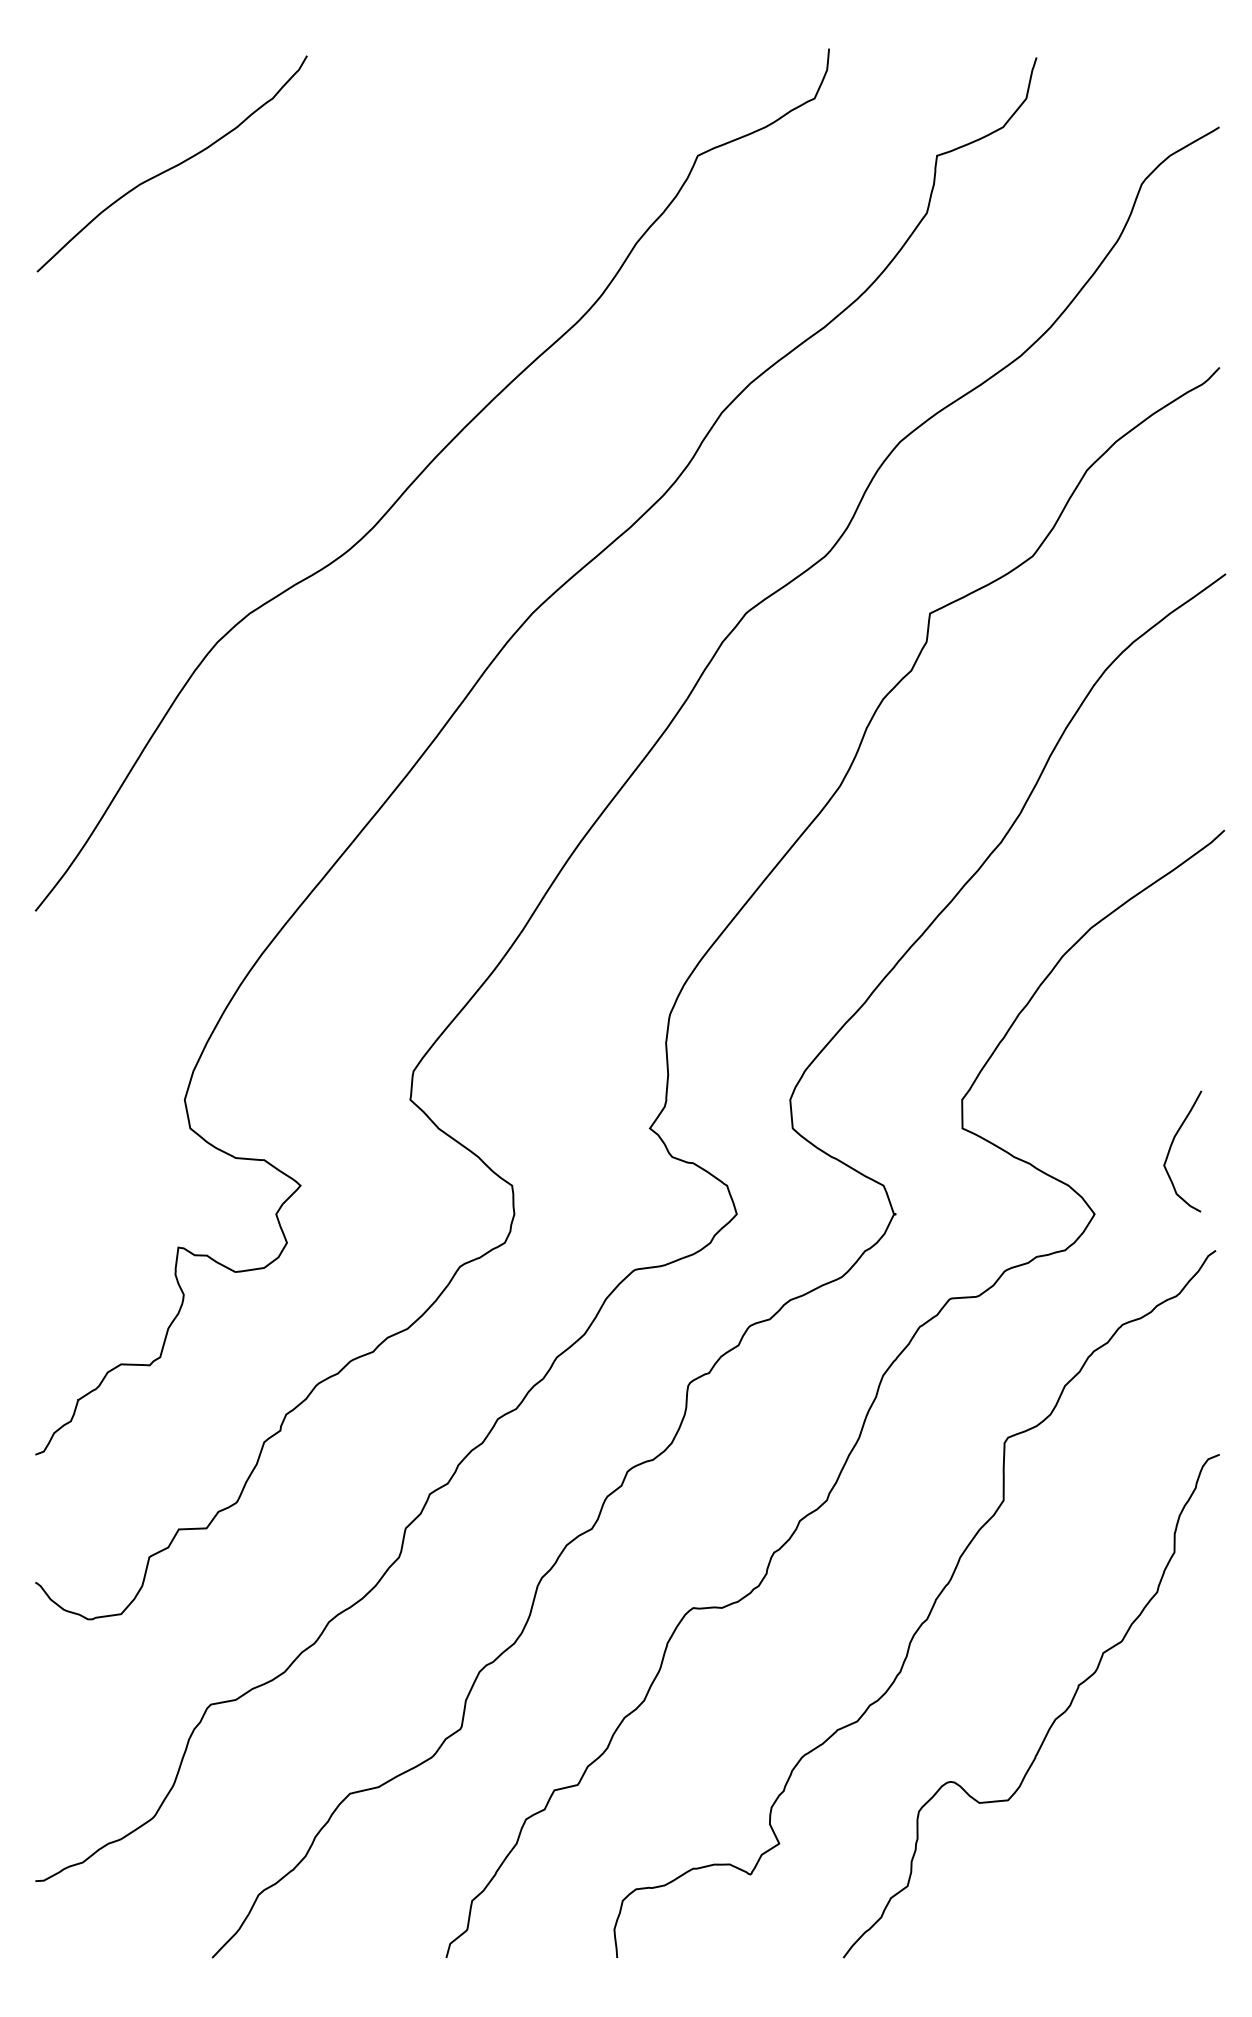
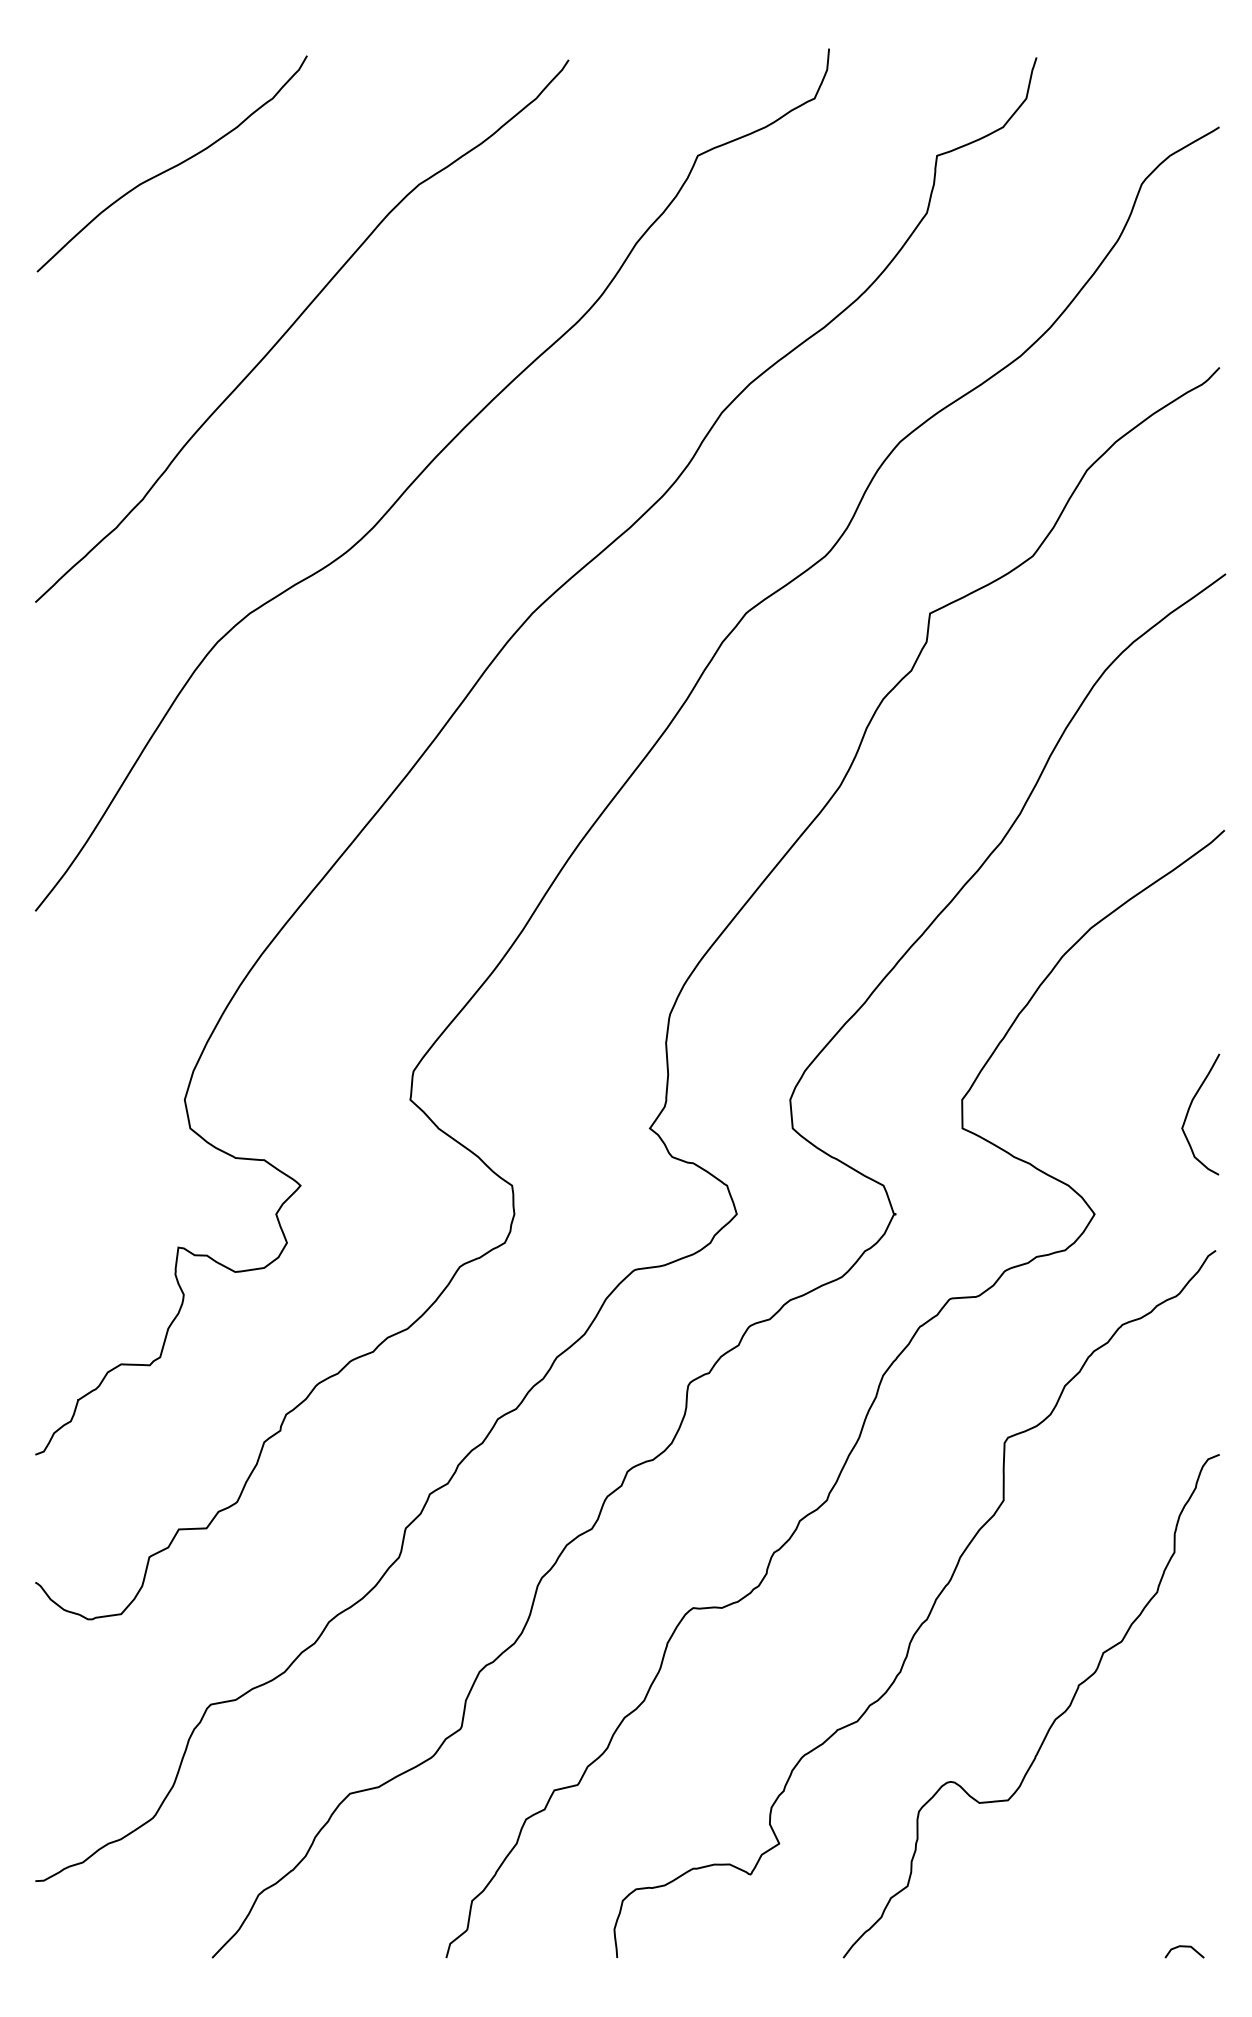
curve at (295, 323): none -> present
curve at (1172, 1145) position: (1172, 1145) -> (1190, 1108)
line at (1184, 1947): none -> present
